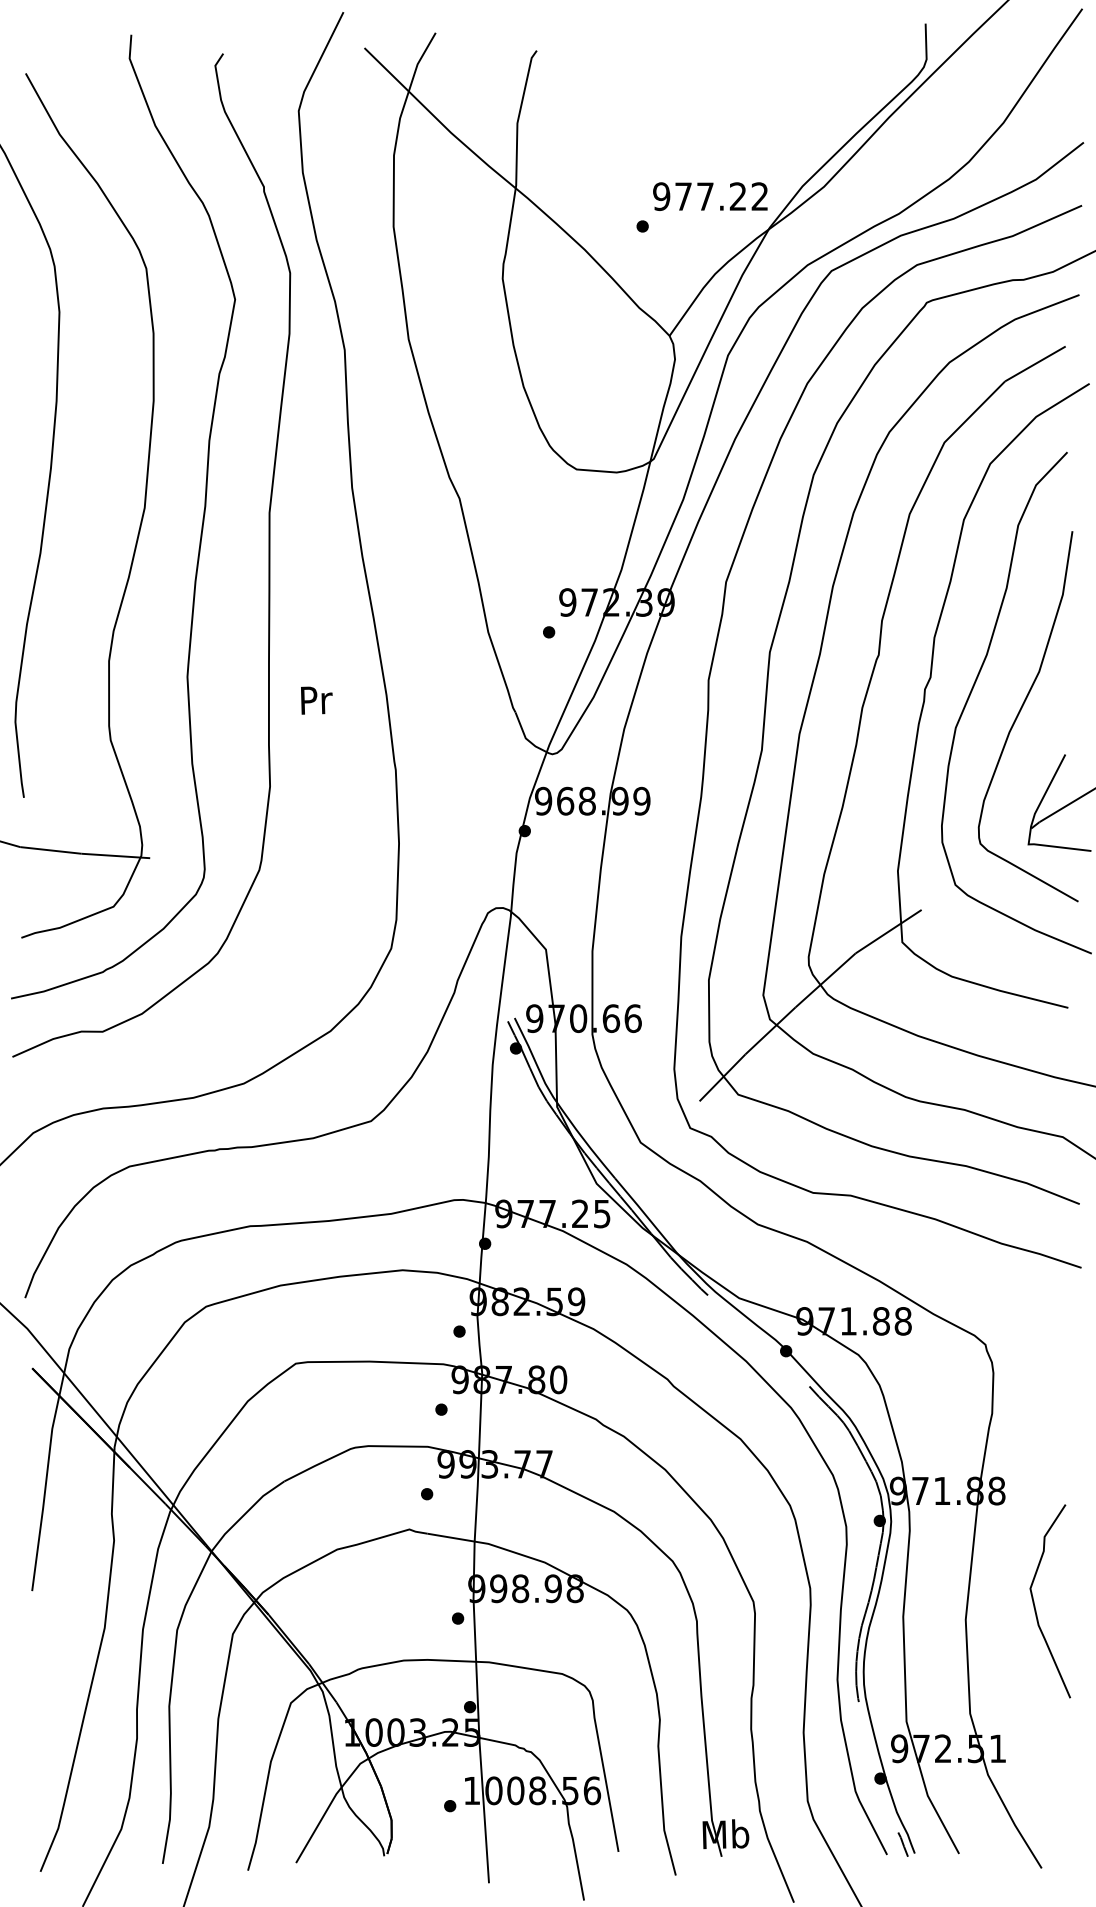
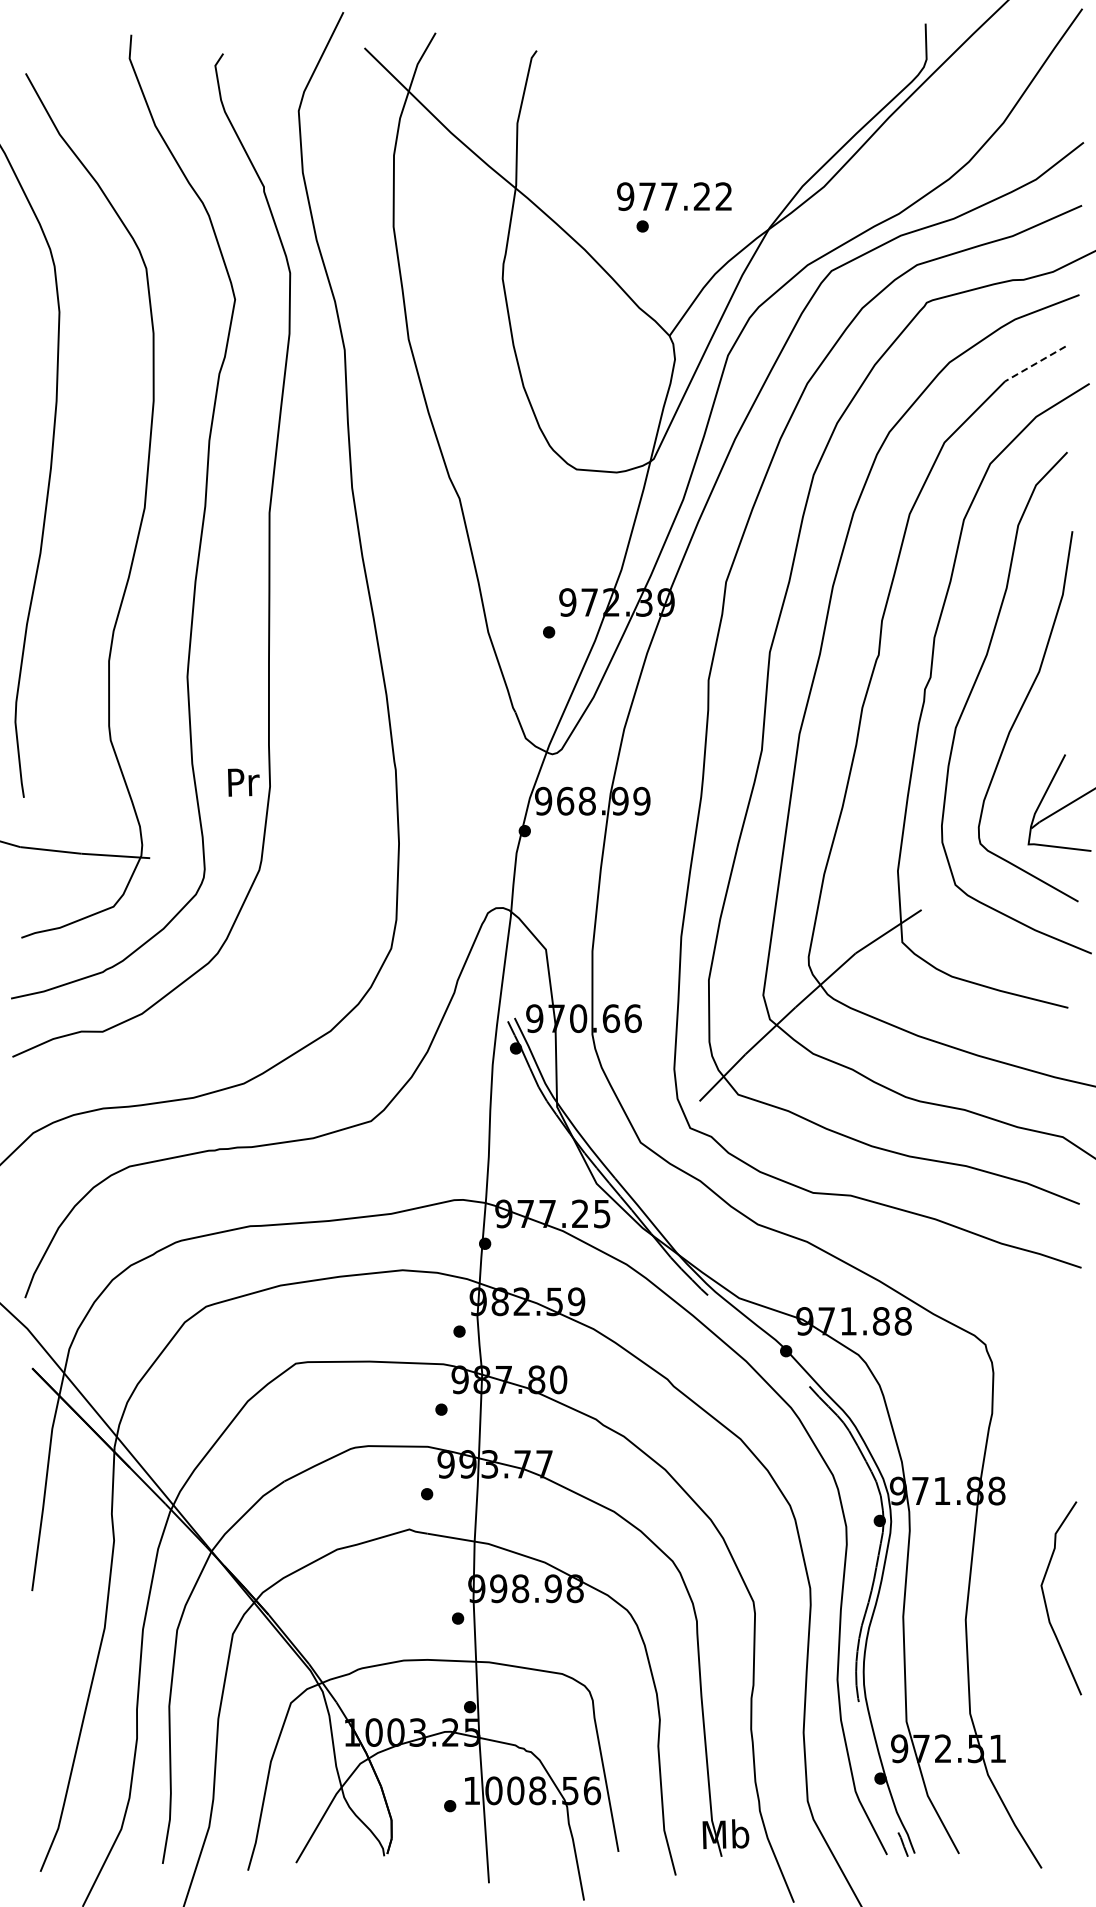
text at (710, 196) position: (710, 196) -> (674, 196)
line at (1035, 363): solid -> dashed
text at (316, 700) position: (316, 700) -> (243, 782)
curve at (1035, 1605) position: (1035, 1605) -> (1046, 1602)
